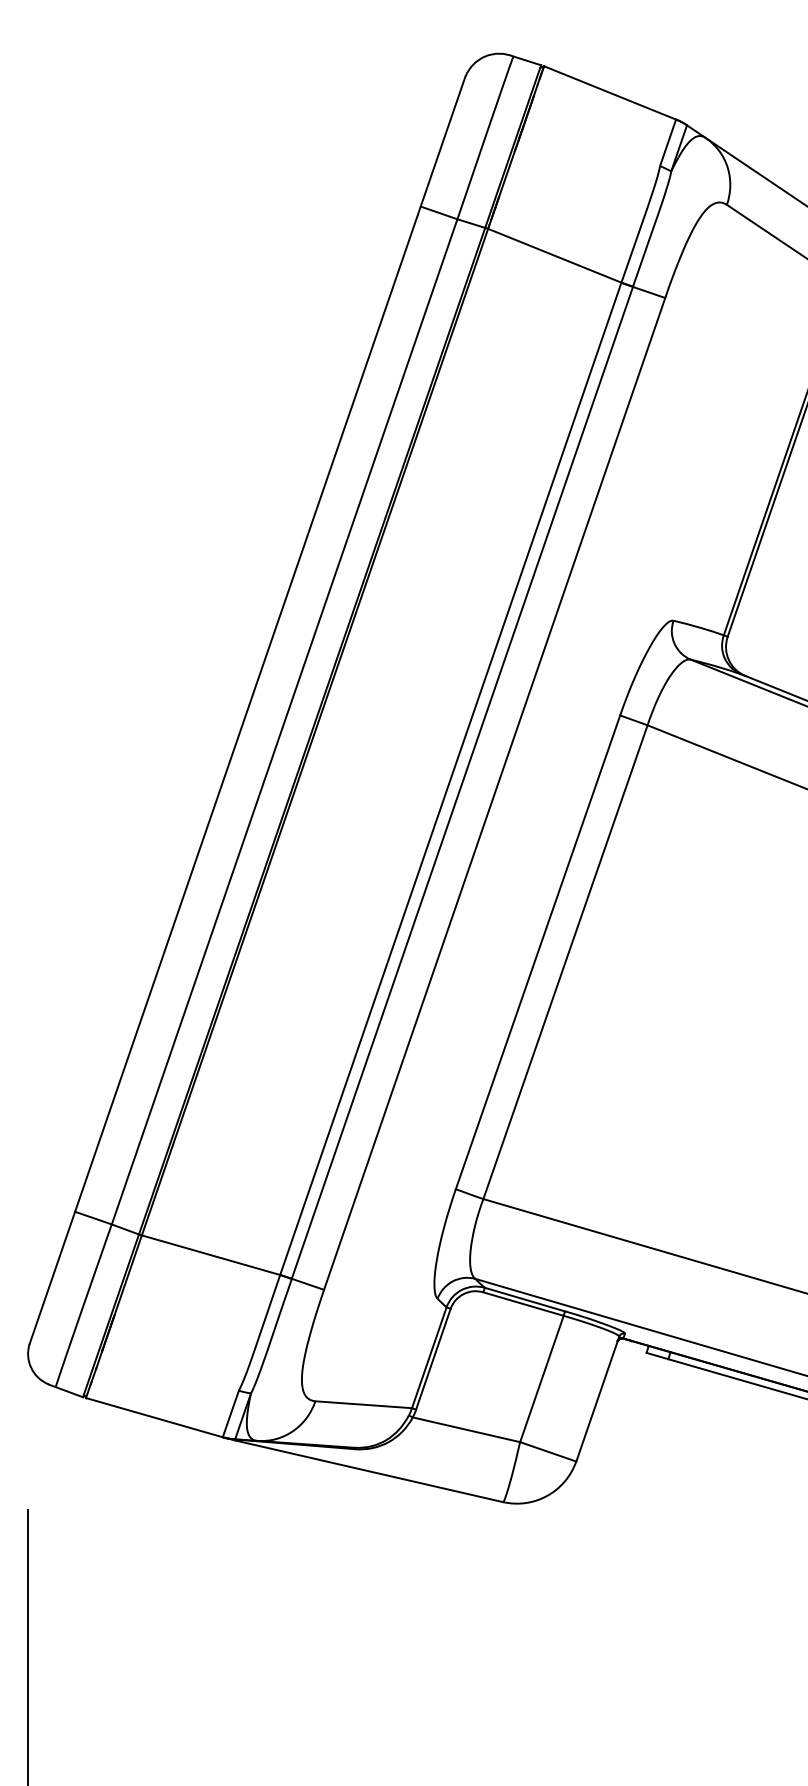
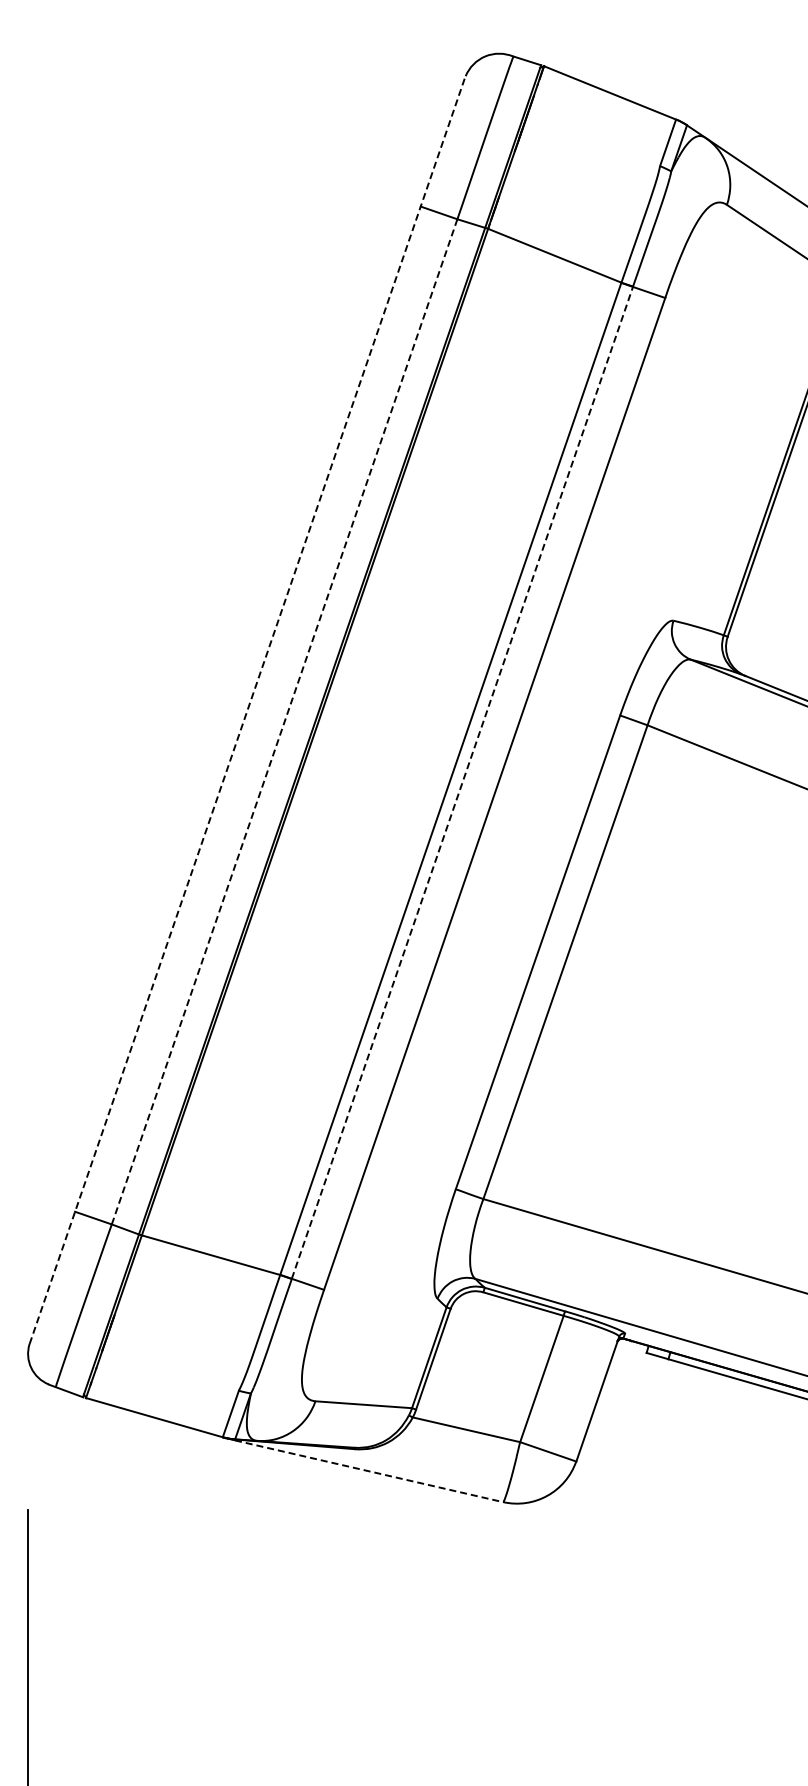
line at (247, 709): solid -> dashed
line at (284, 721): solid -> dashed
line at (462, 782): solid -> dashed
line at (369, 1471): solid -> dashed
